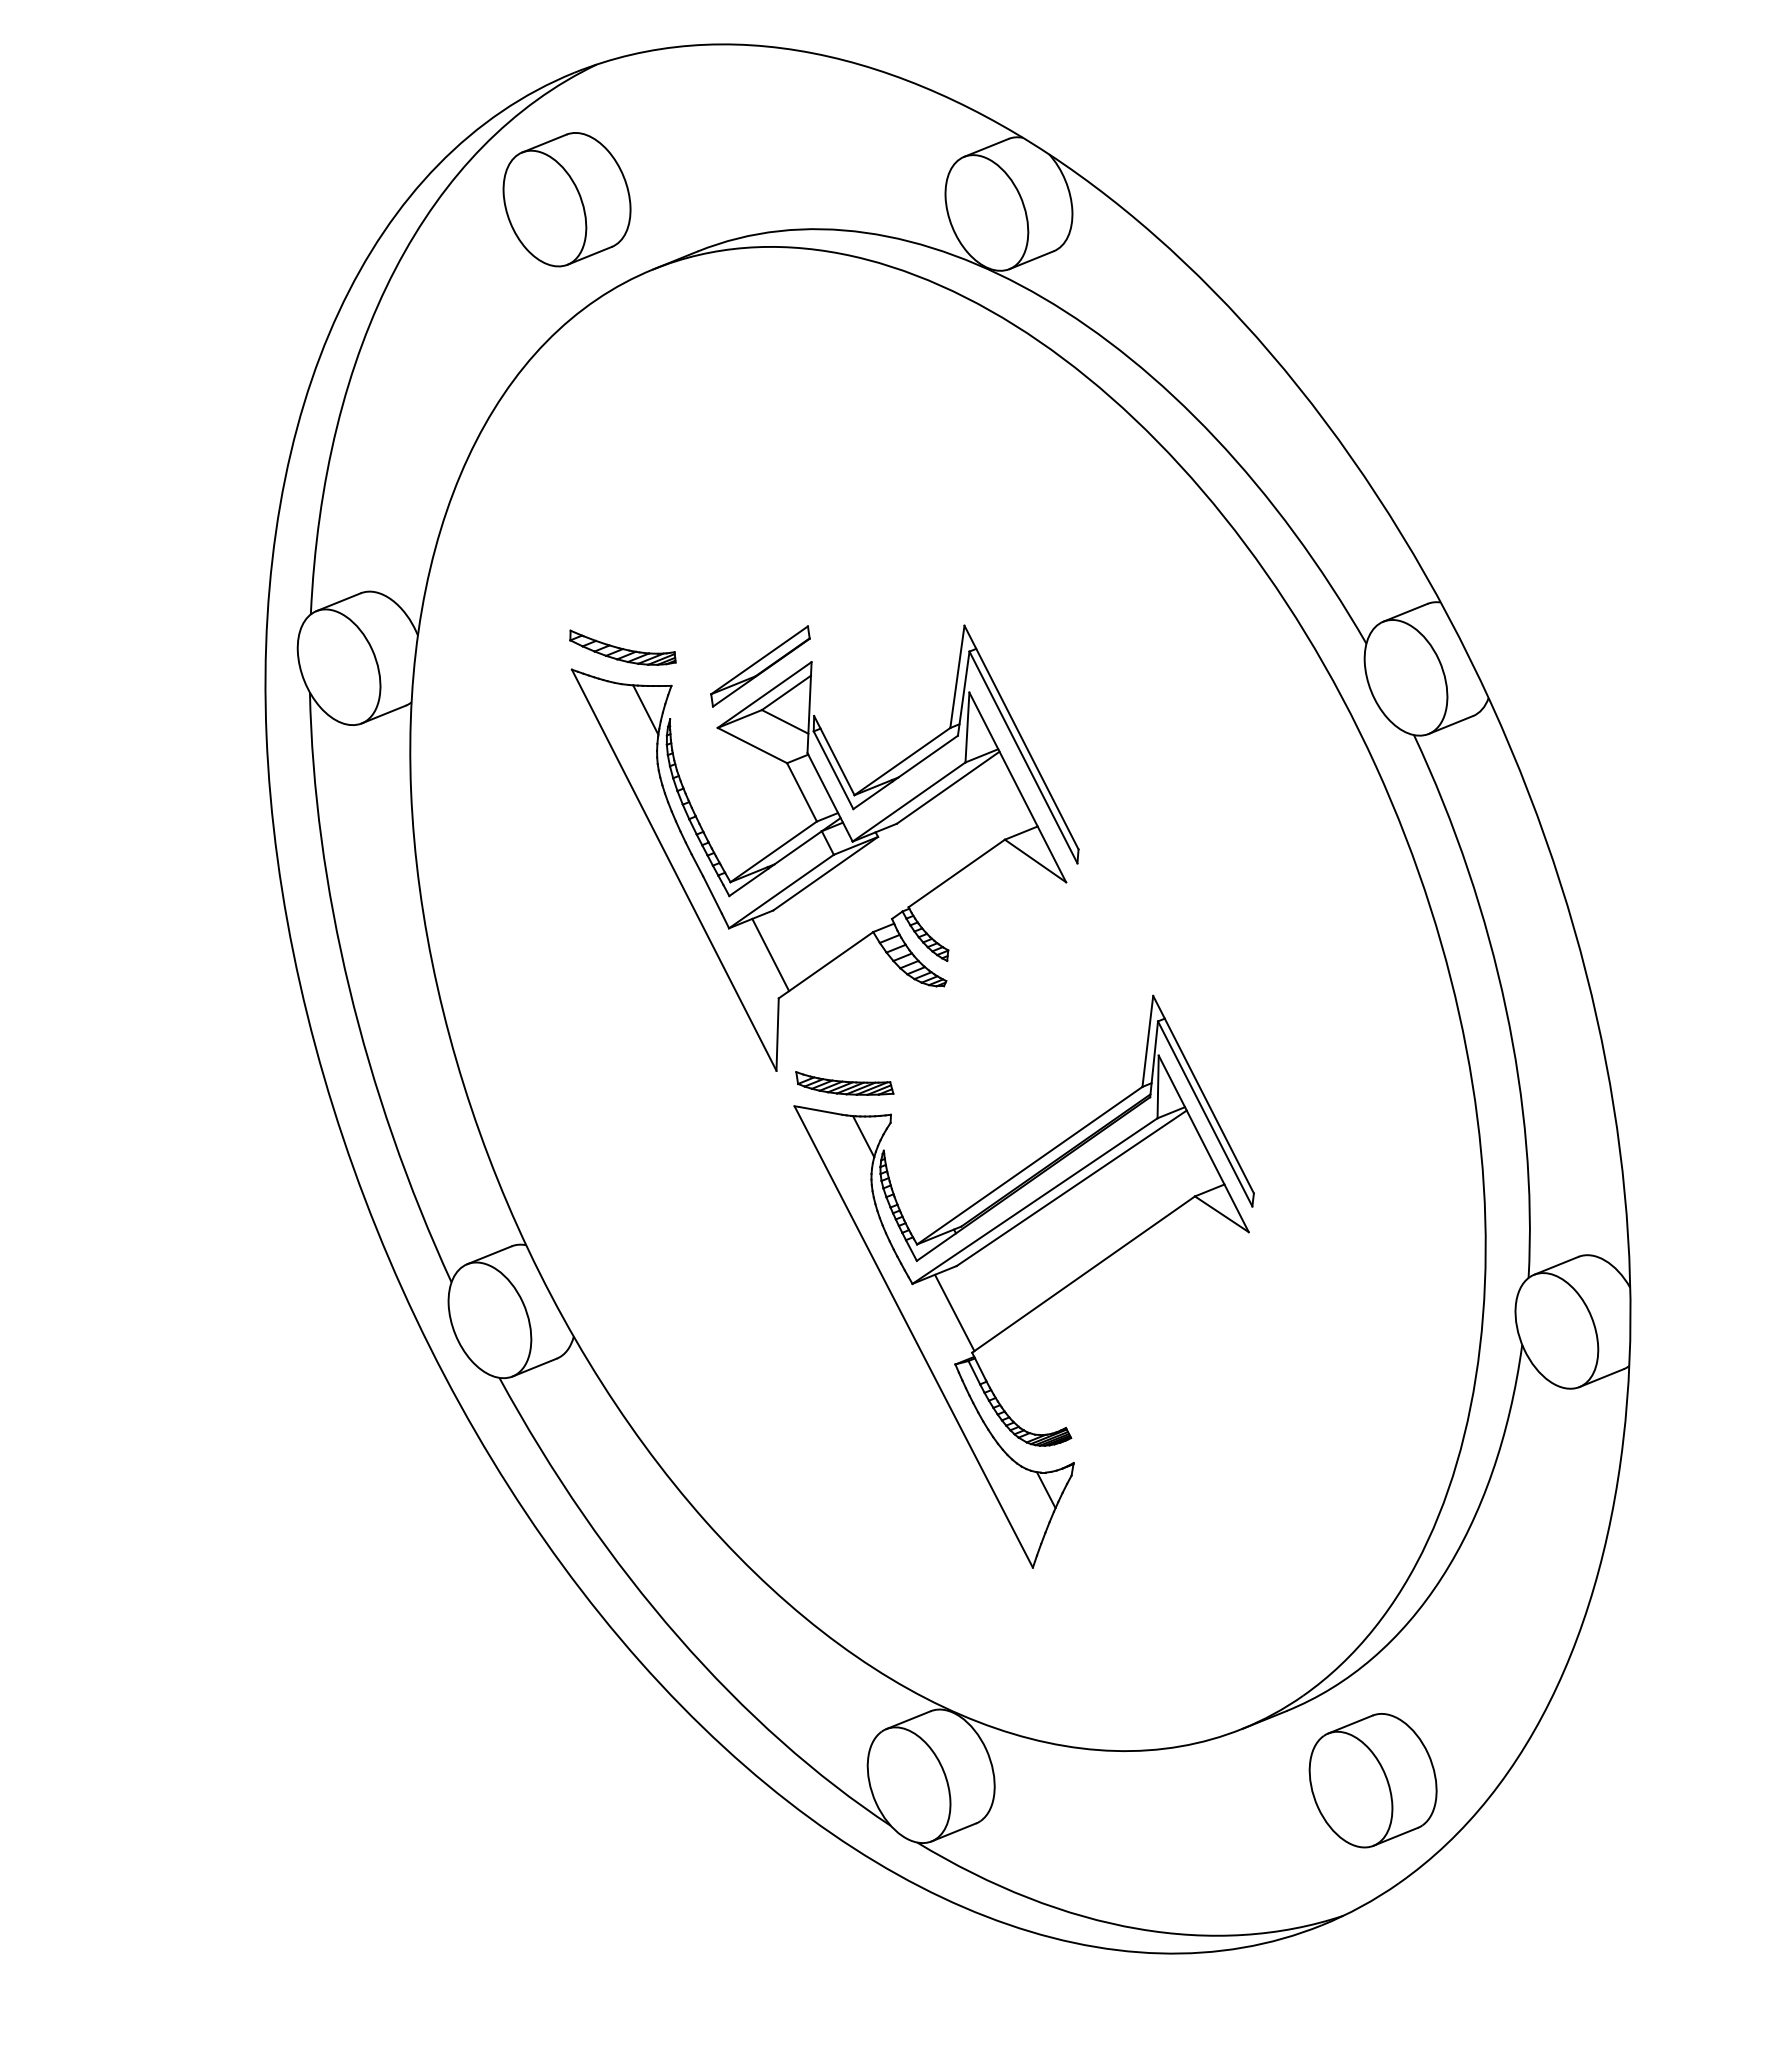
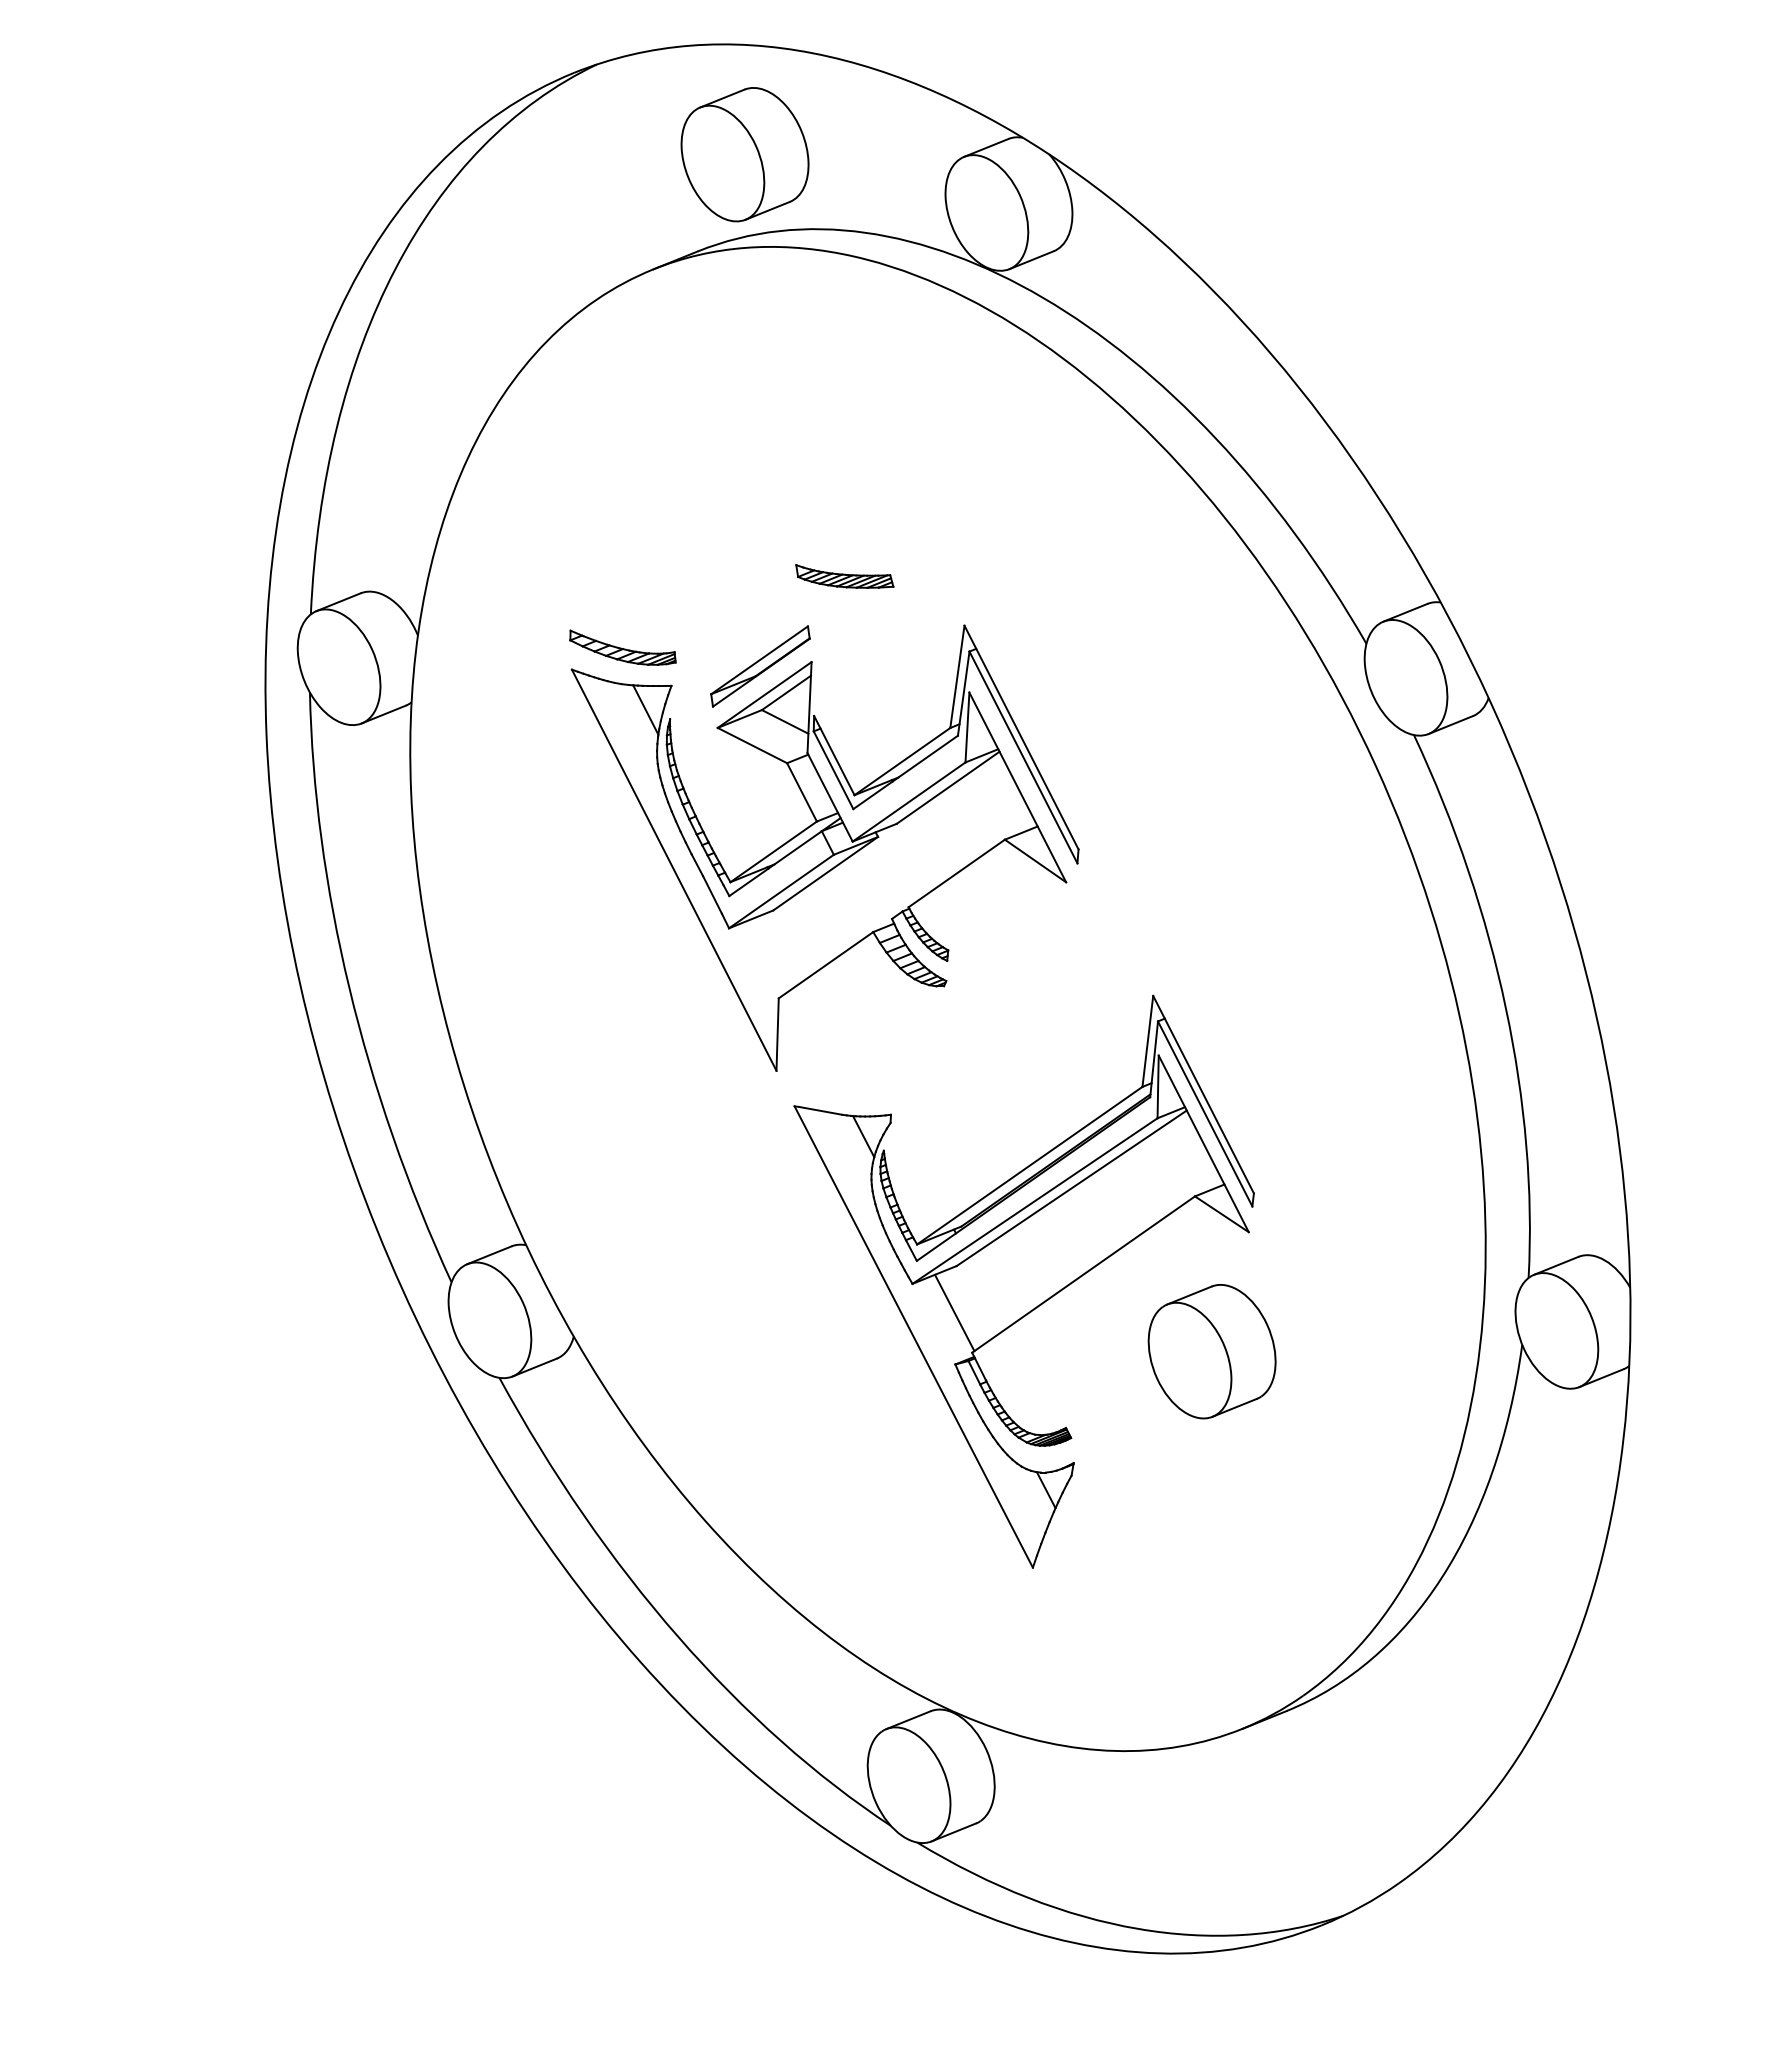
part at (566, 199) position: (566, 199) -> (744, 154)
line at (770, 954): present -> none
part at (844, 1083) position: (844, 1083) -> (844, 576)
part at (1372, 1780) position: (1372, 1780) -> (1211, 1351)
